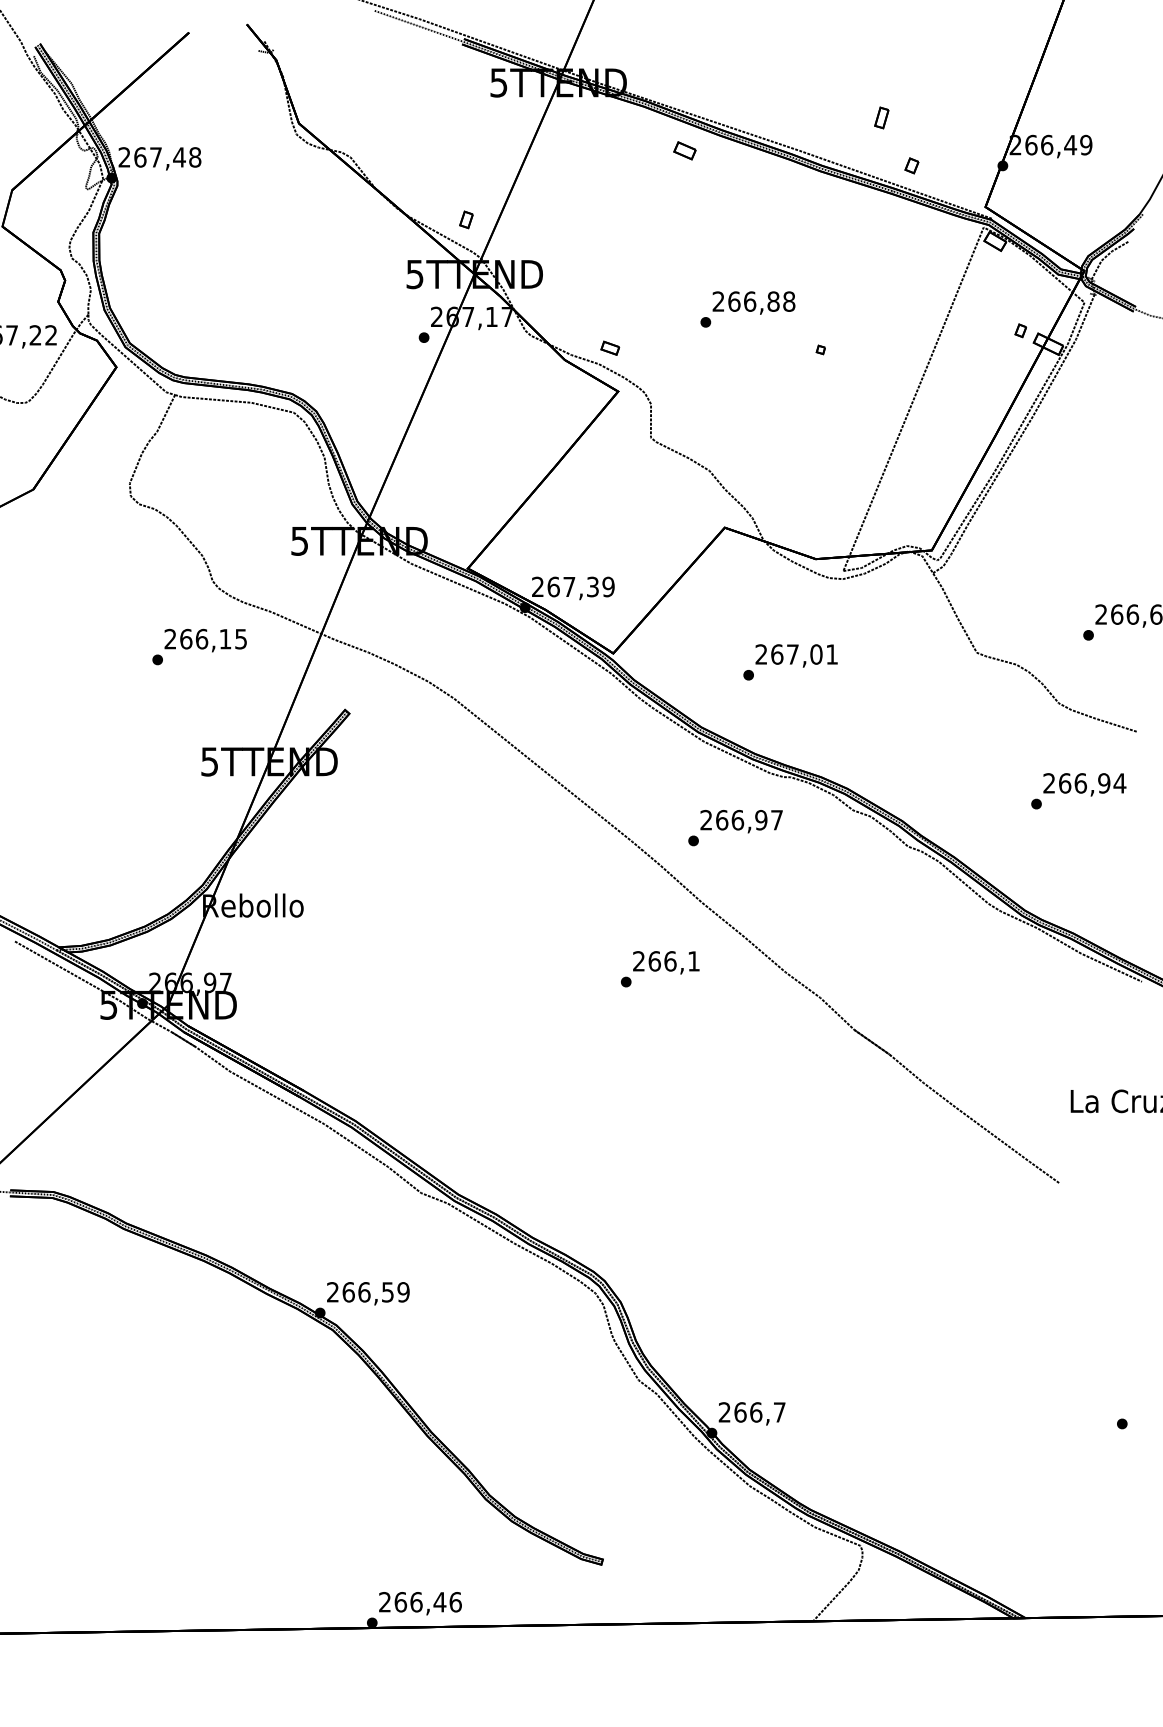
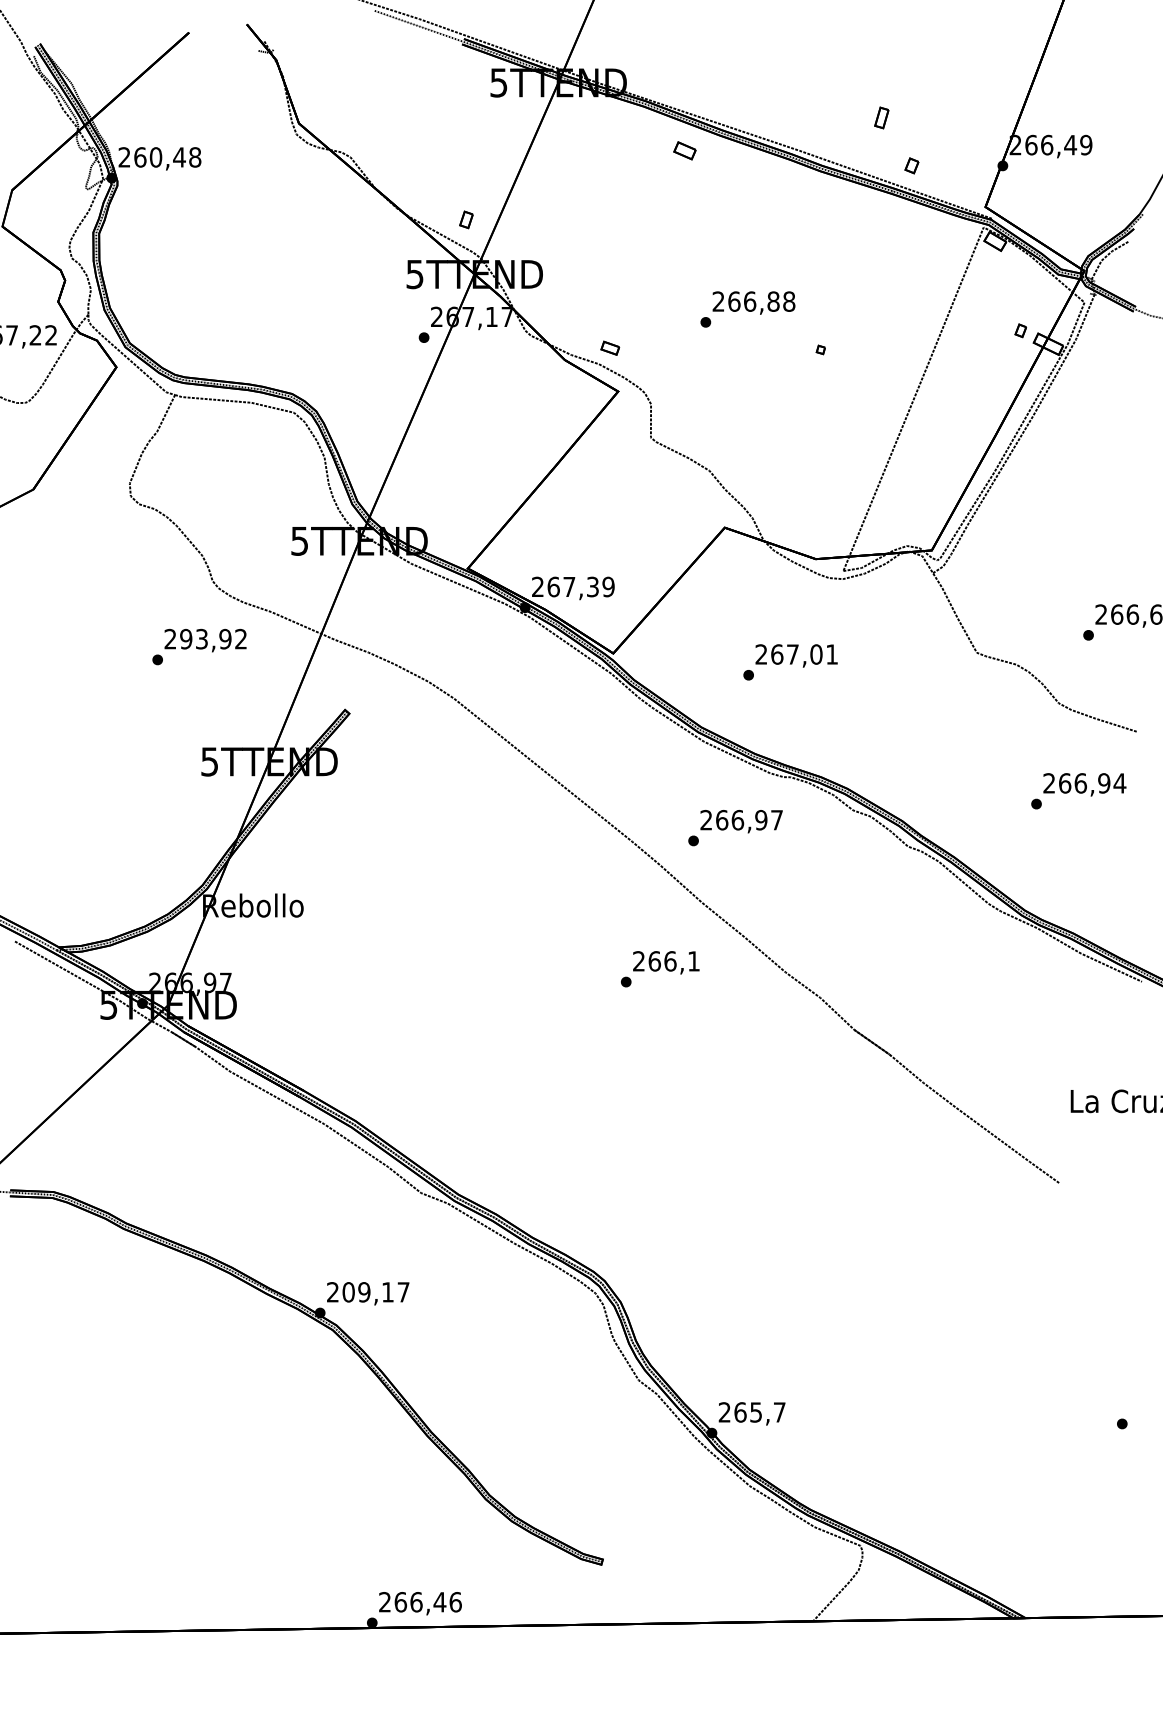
text at (155, 157): 267,48 -> 260,48
text at (213, 638): 266,15 -> 293,92
text at (375, 1292): 266,59 -> 209,17
text at (756, 1412): 266,7 -> 265,7
